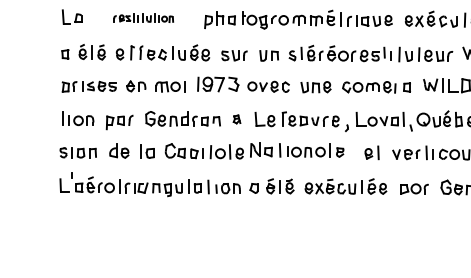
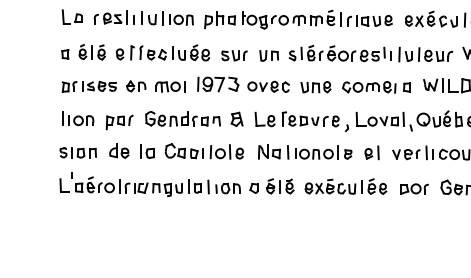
part at (143, 17) size: 61x10 px -> 101x16 px
part at (236, 119) size: 10x11 px -> 14x17 px
part at (297, 149) position: (297, 149) -> (305, 151)
